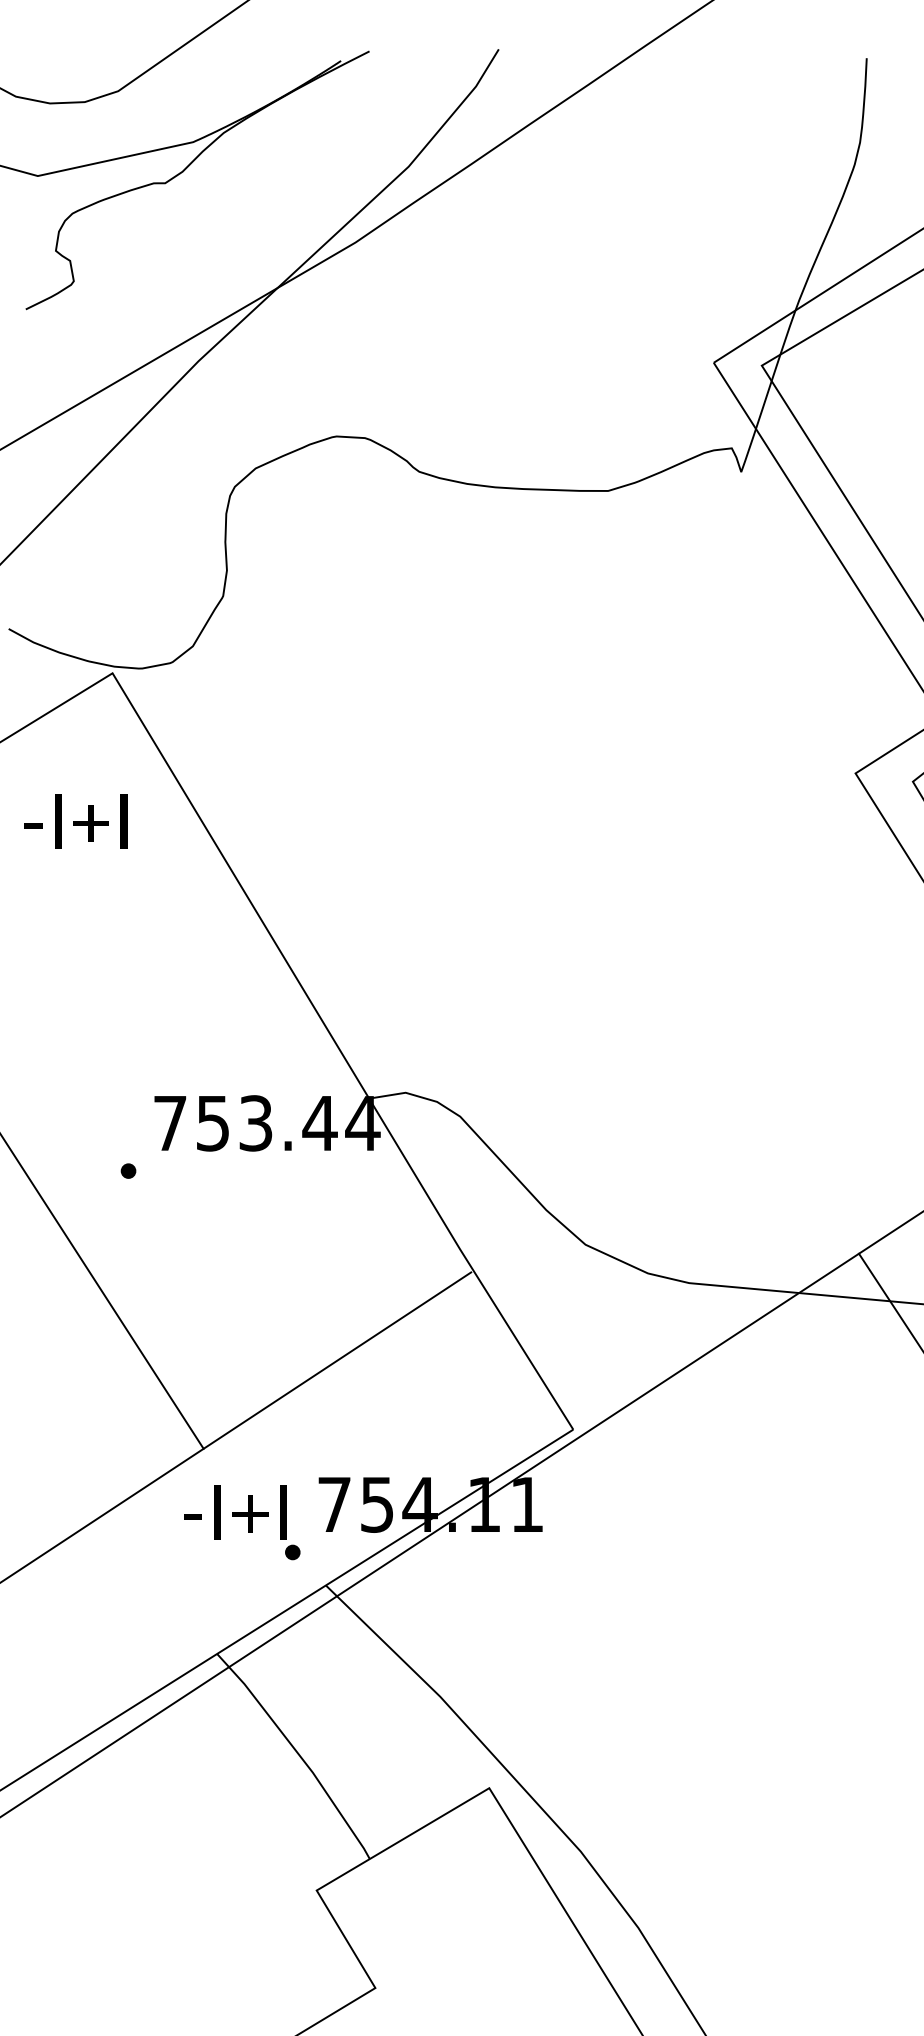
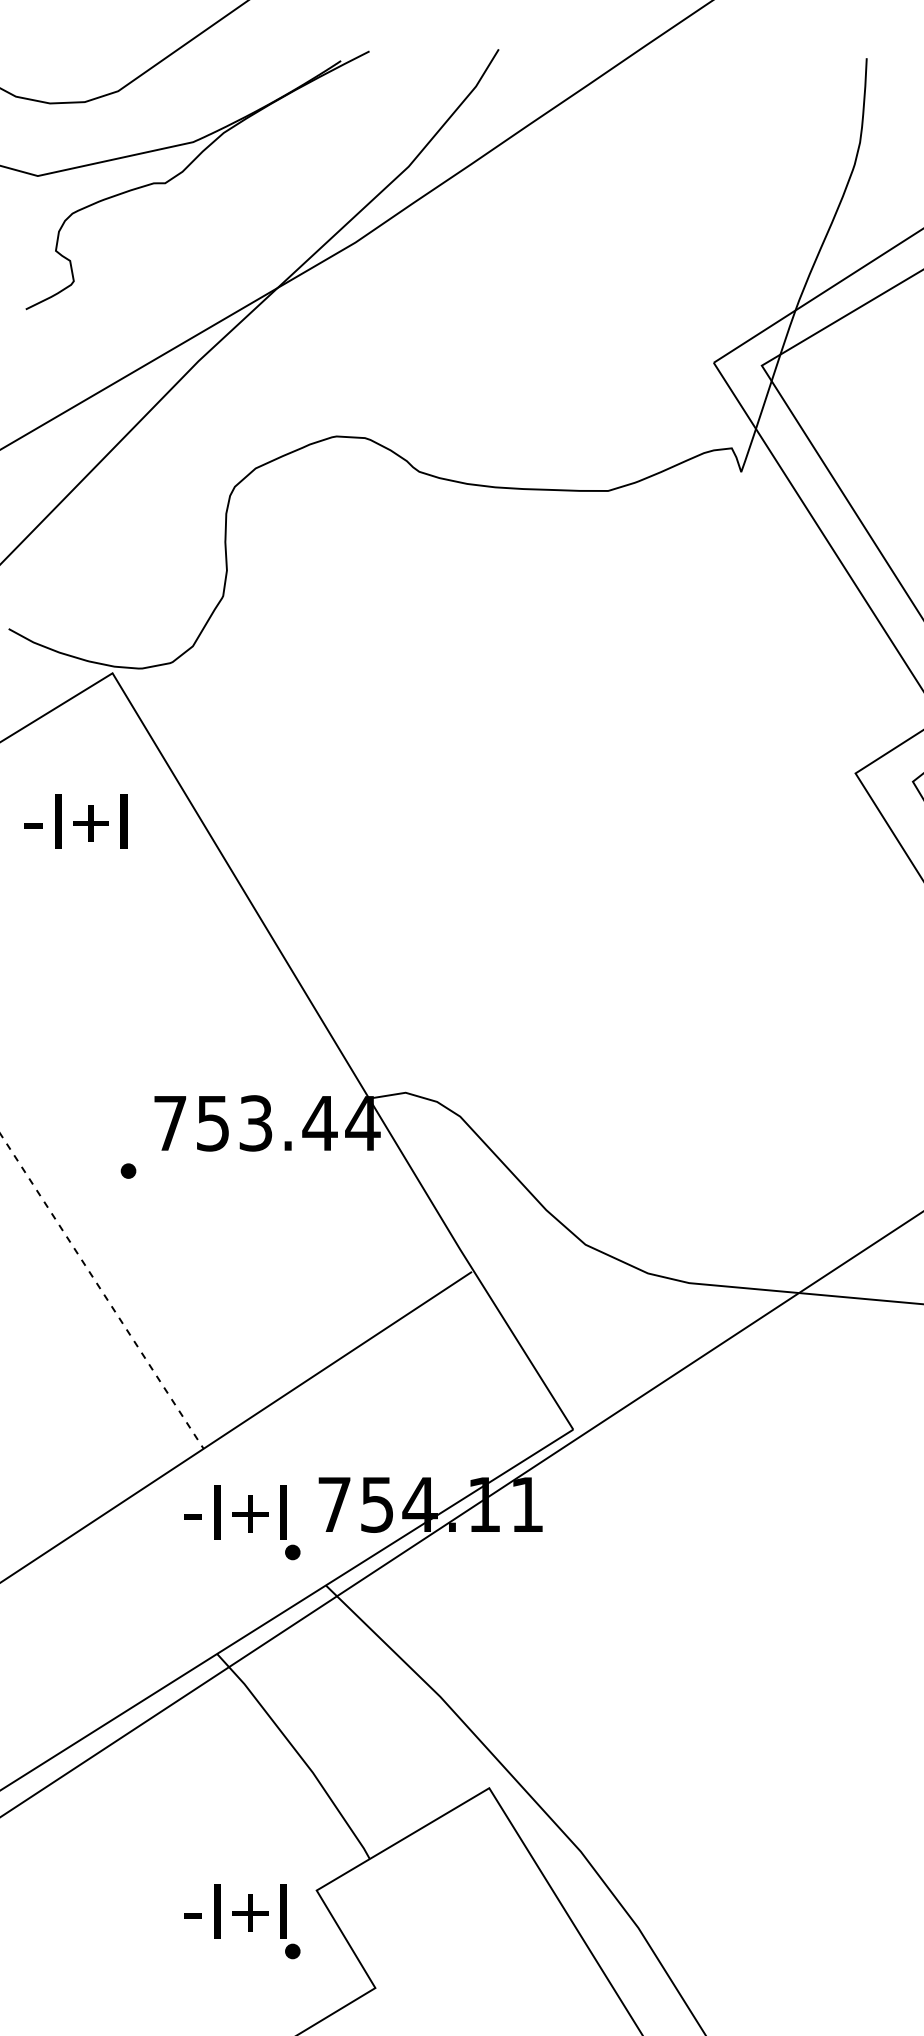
line at (102, 1291): solid -> dashed
line at (889, 1300): present -> none
part at (242, 1921): none -> present
